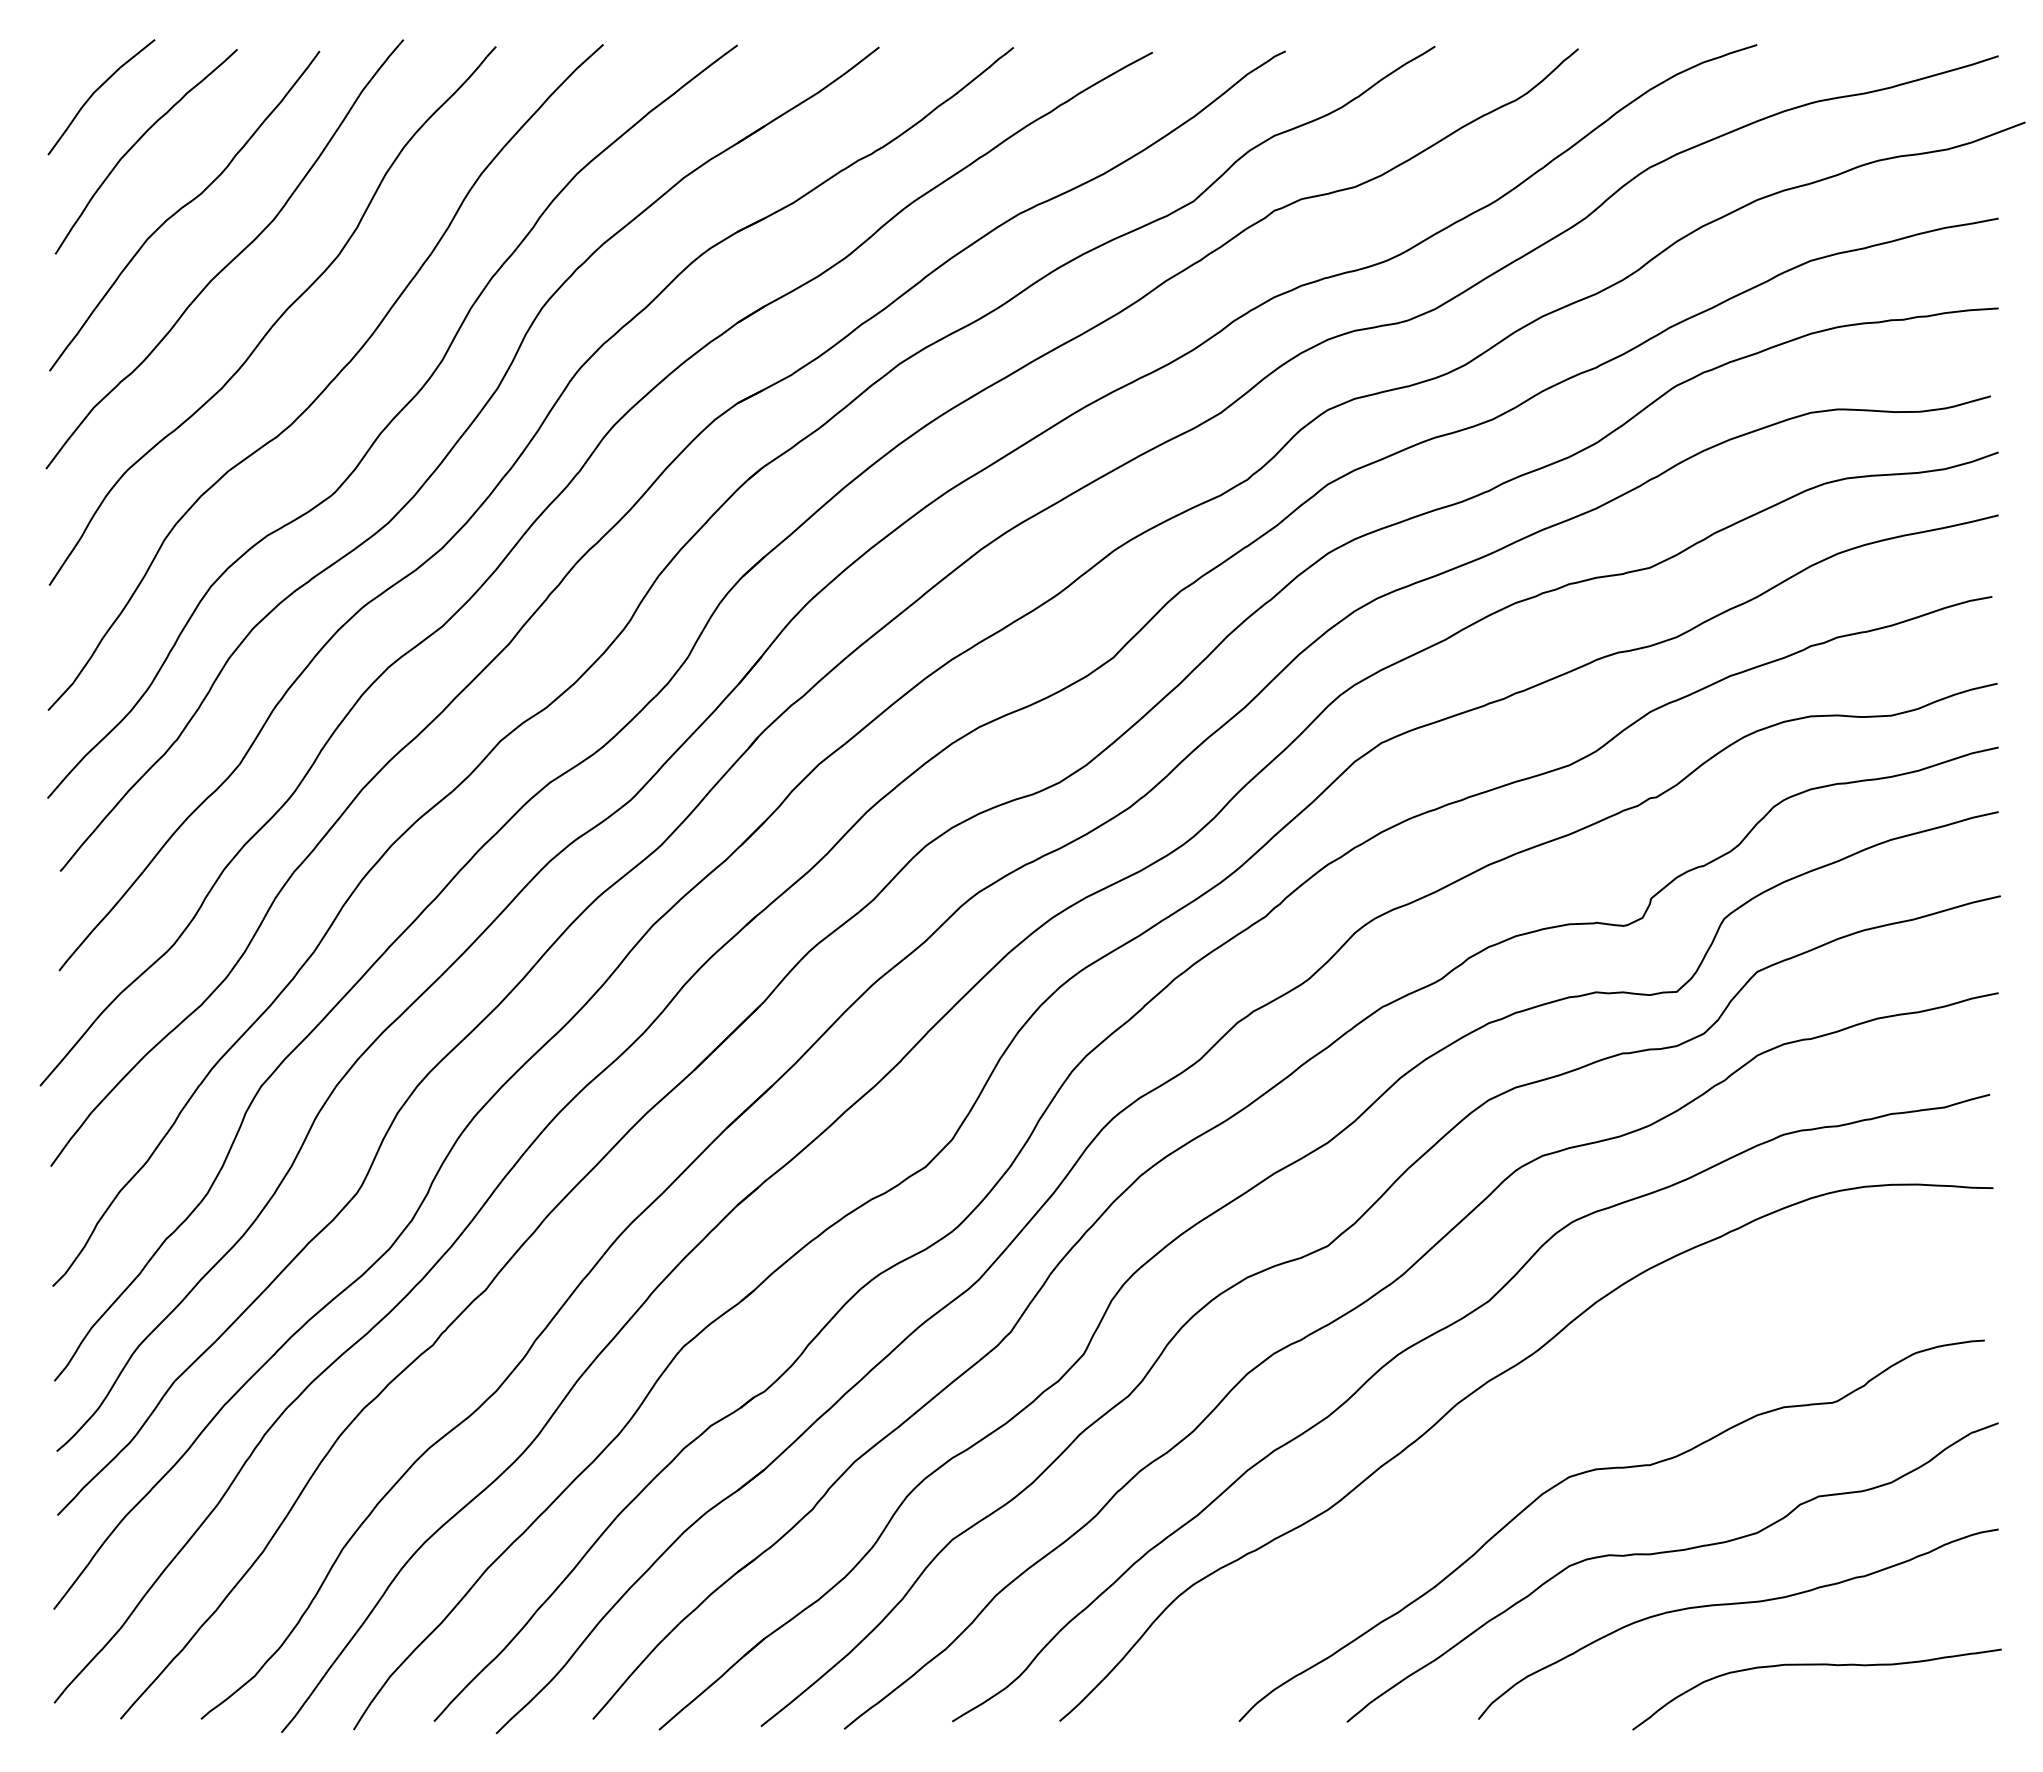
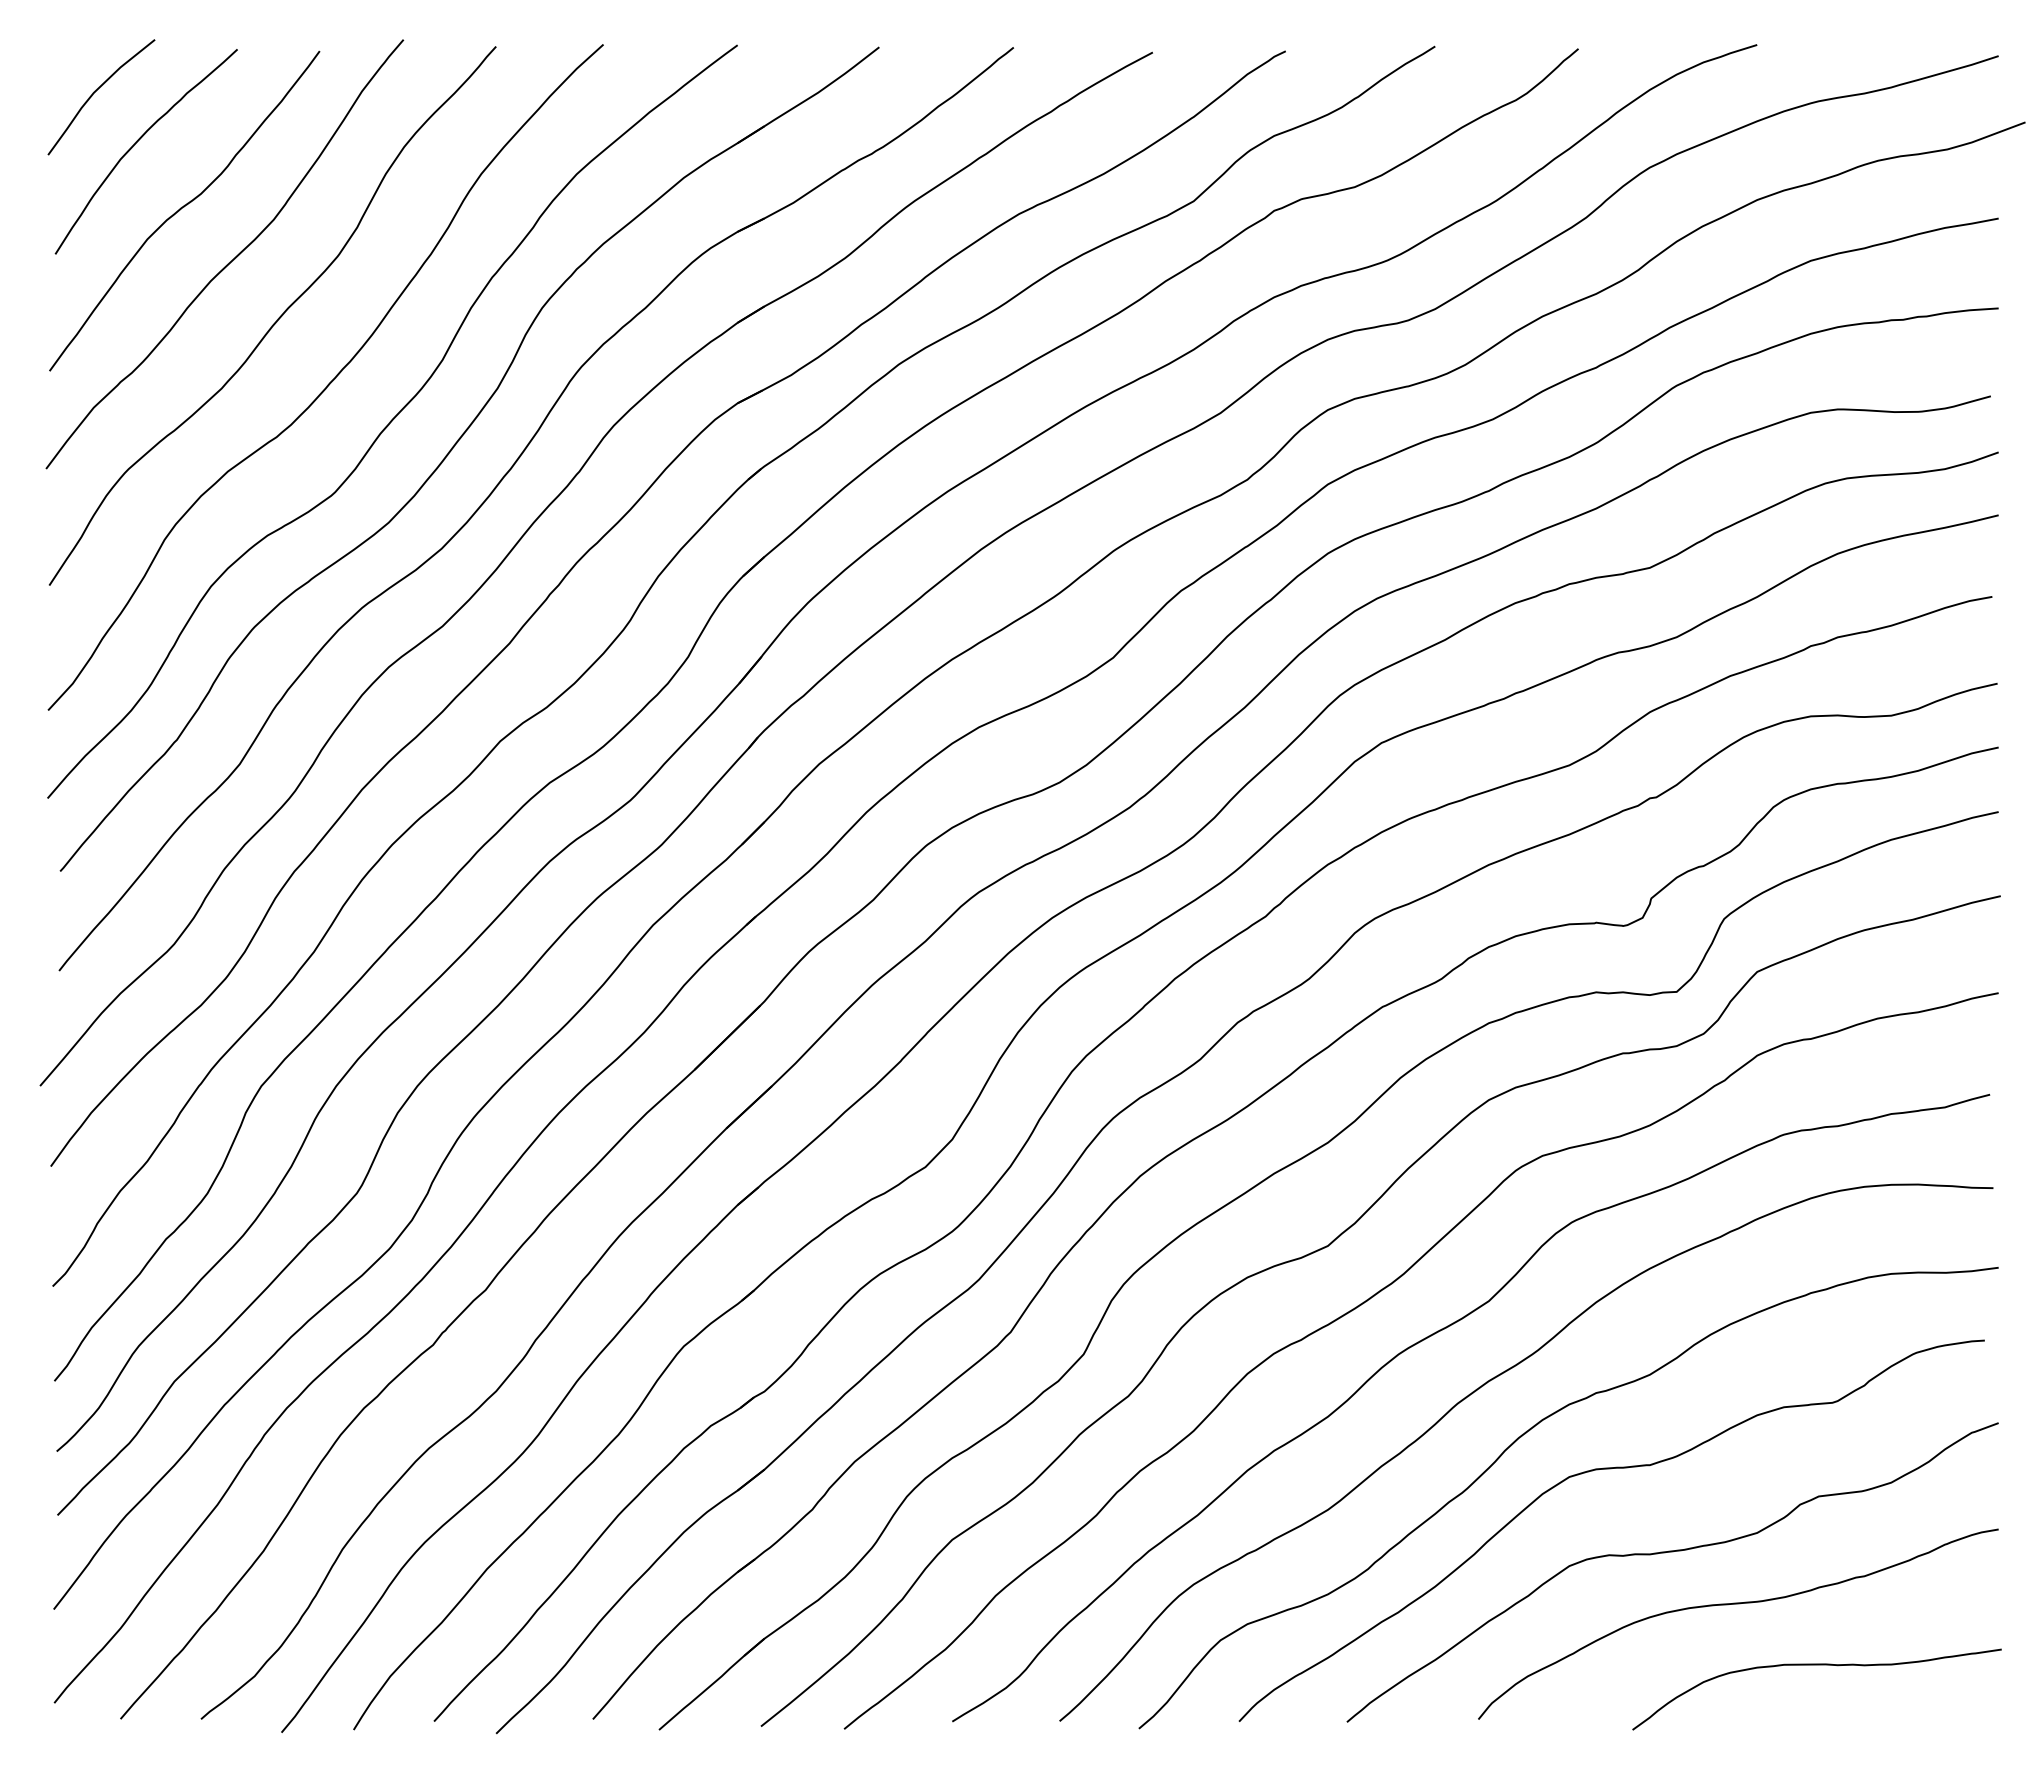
curve at (1521, 1437): none -> present
